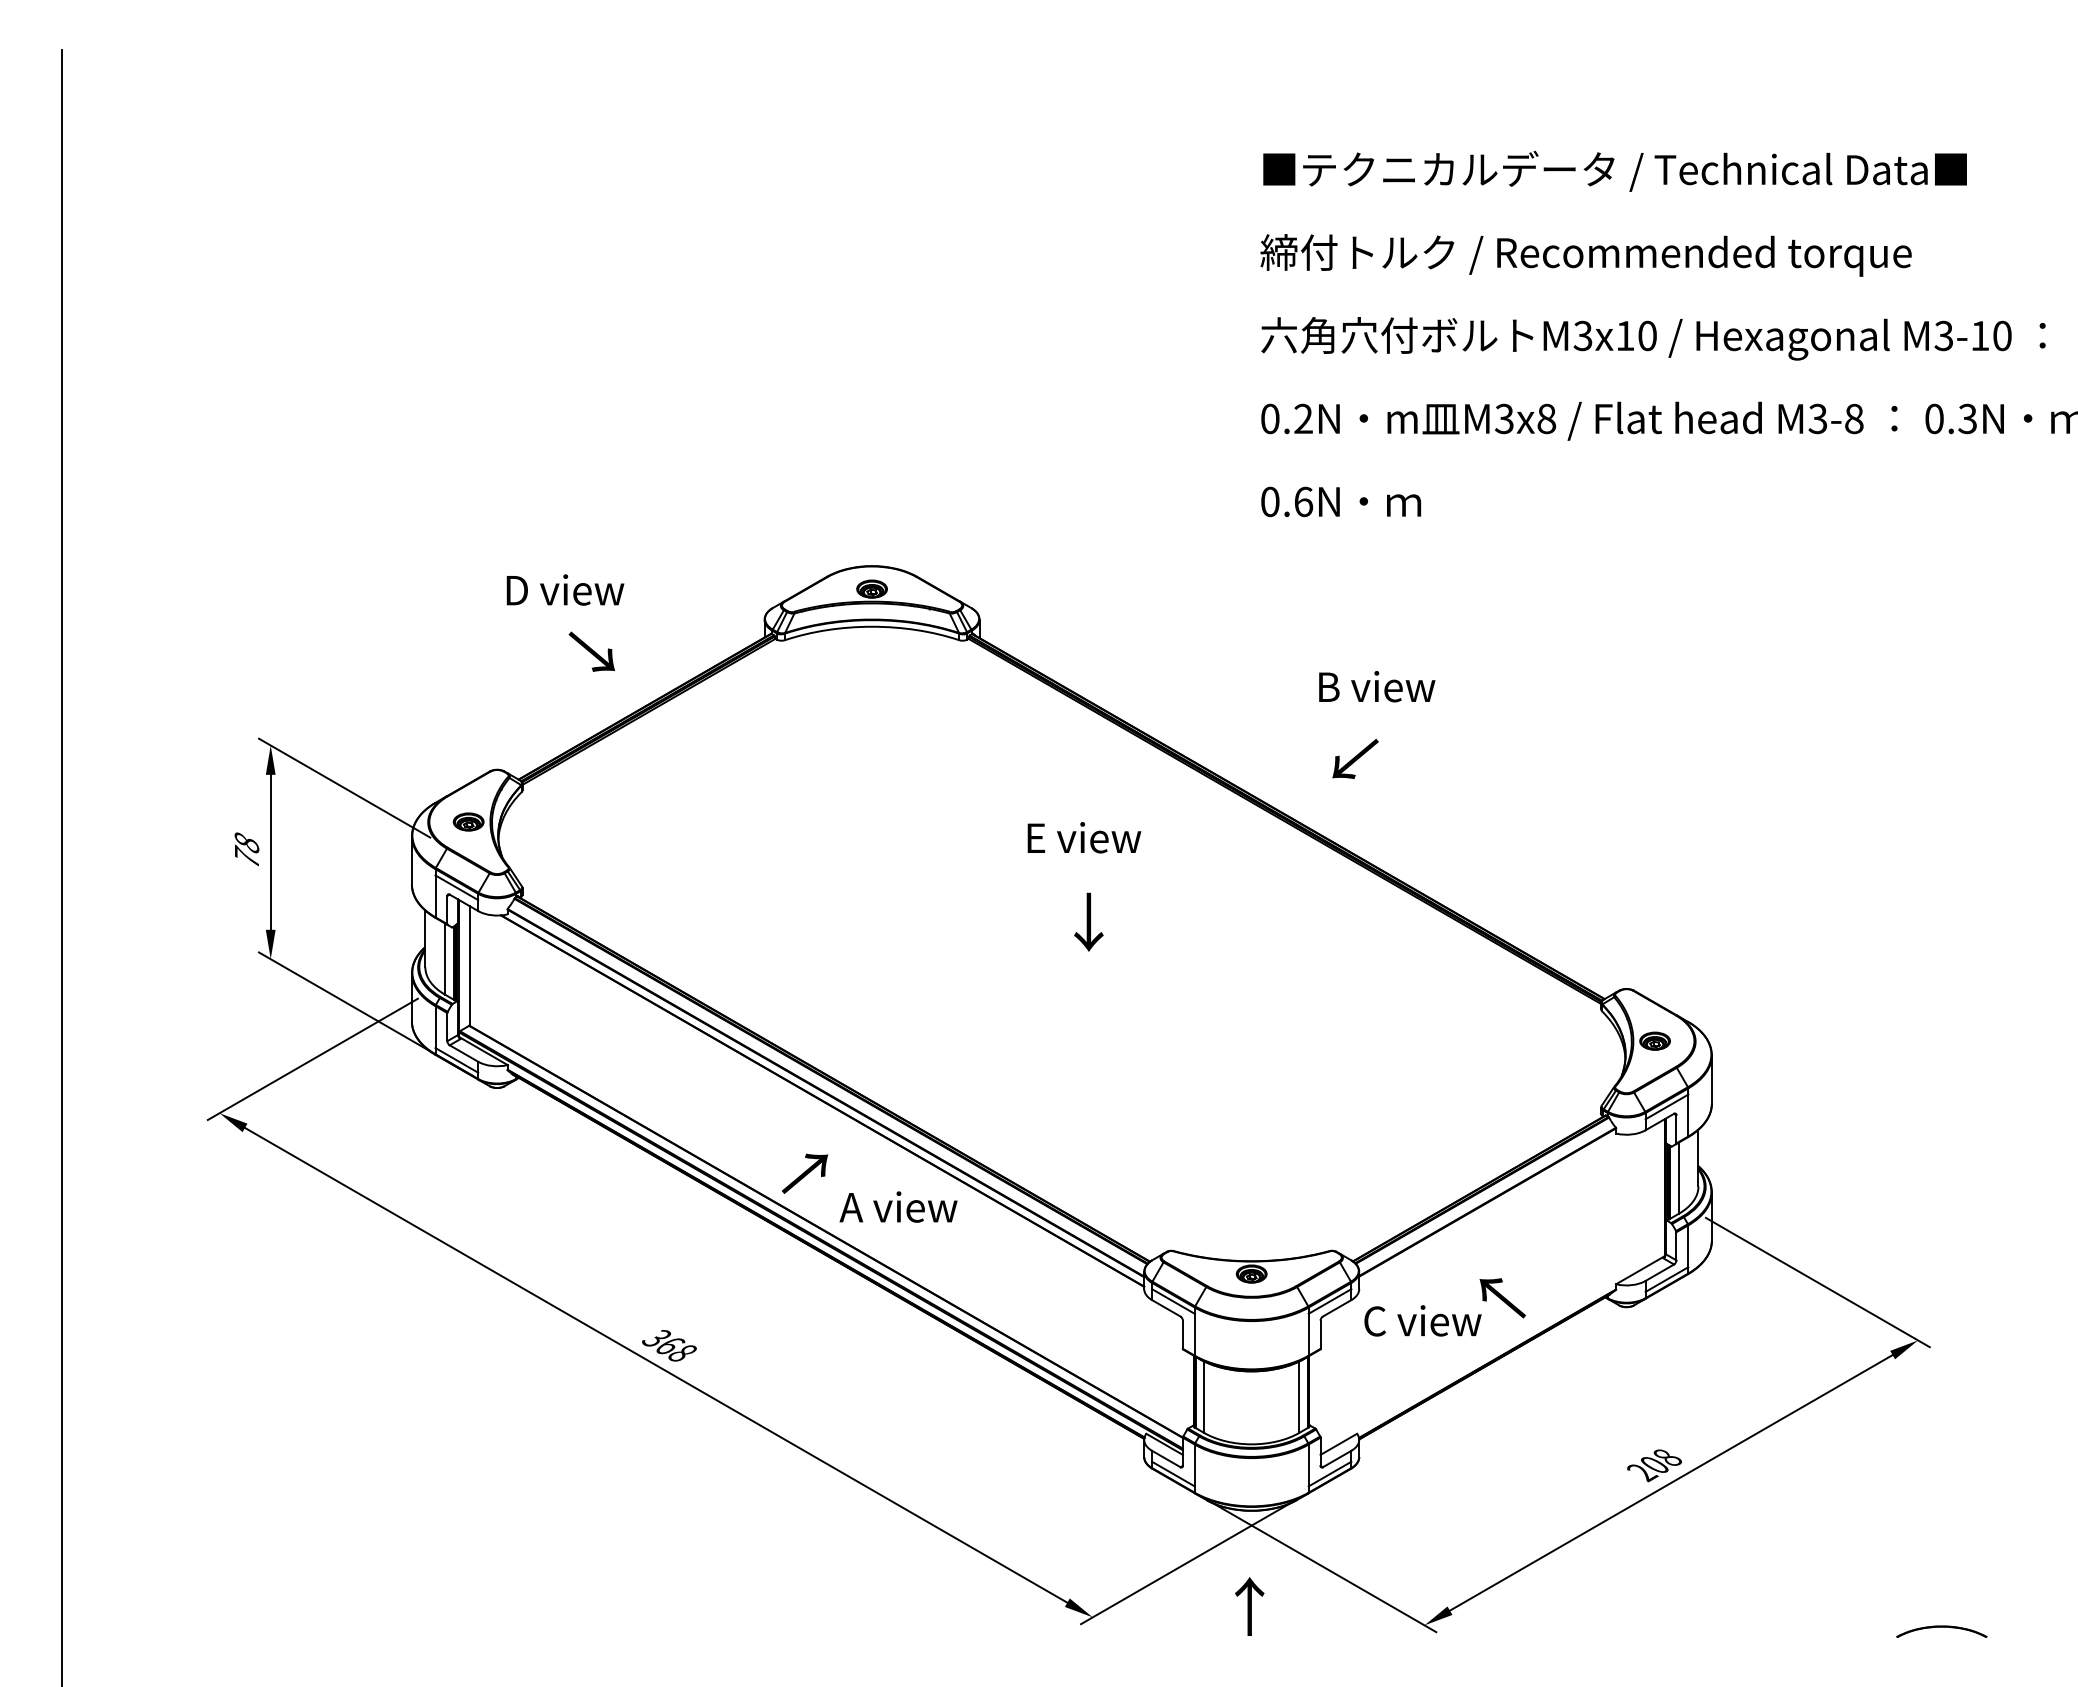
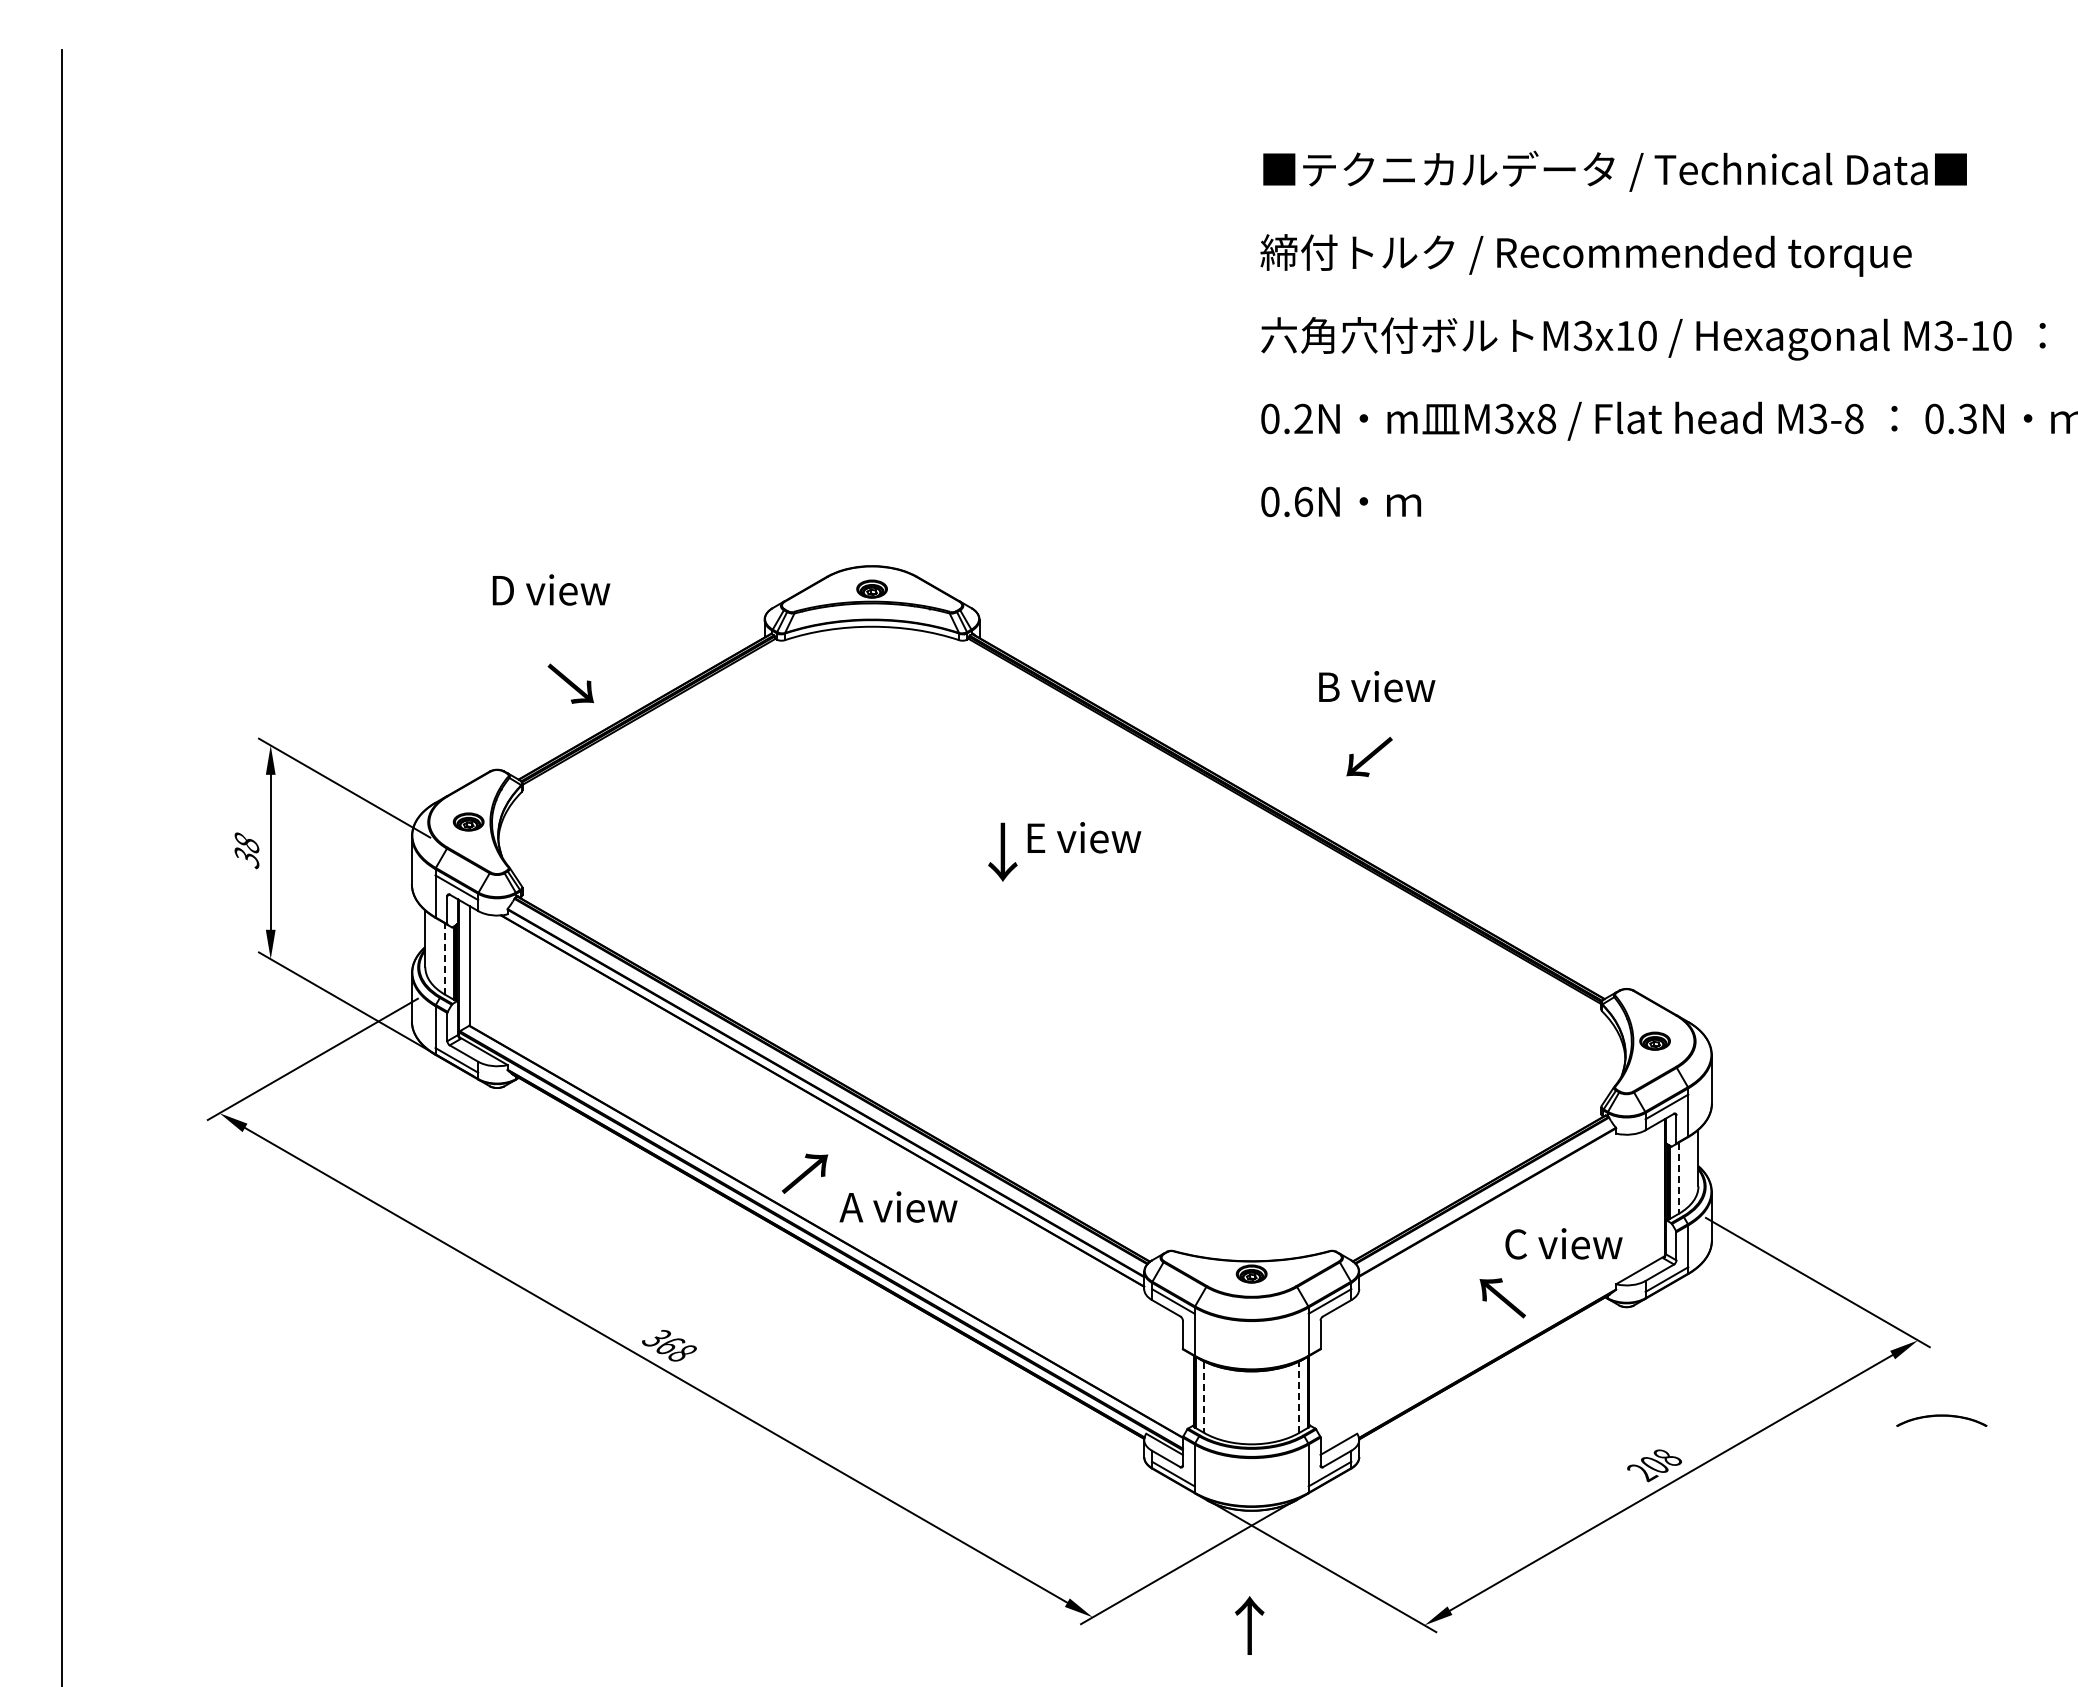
text at (565, 589) position: (565, 589) -> (551, 589)
text at (591, 651) position: (591, 651) -> (570, 683)
text at (1355, 758) position: (1355, 758) -> (1369, 756)
text at (246, 856): 78 -> 38
text at (1088, 921) position: (1088, 921) -> (1002, 851)
line at (444, 959): solid -> dashed
line at (1678, 1178): solid -> dashed
text at (1422, 1320) position: (1422, 1320) -> (1563, 1243)
line at (1204, 1397): solid -> dashed
line at (1299, 1397): solid -> dashed
text at (1249, 1606) position: (1249, 1606) -> (1249, 1625)
part at (1941, 1631) position: (1941, 1631) -> (1941, 1420)
